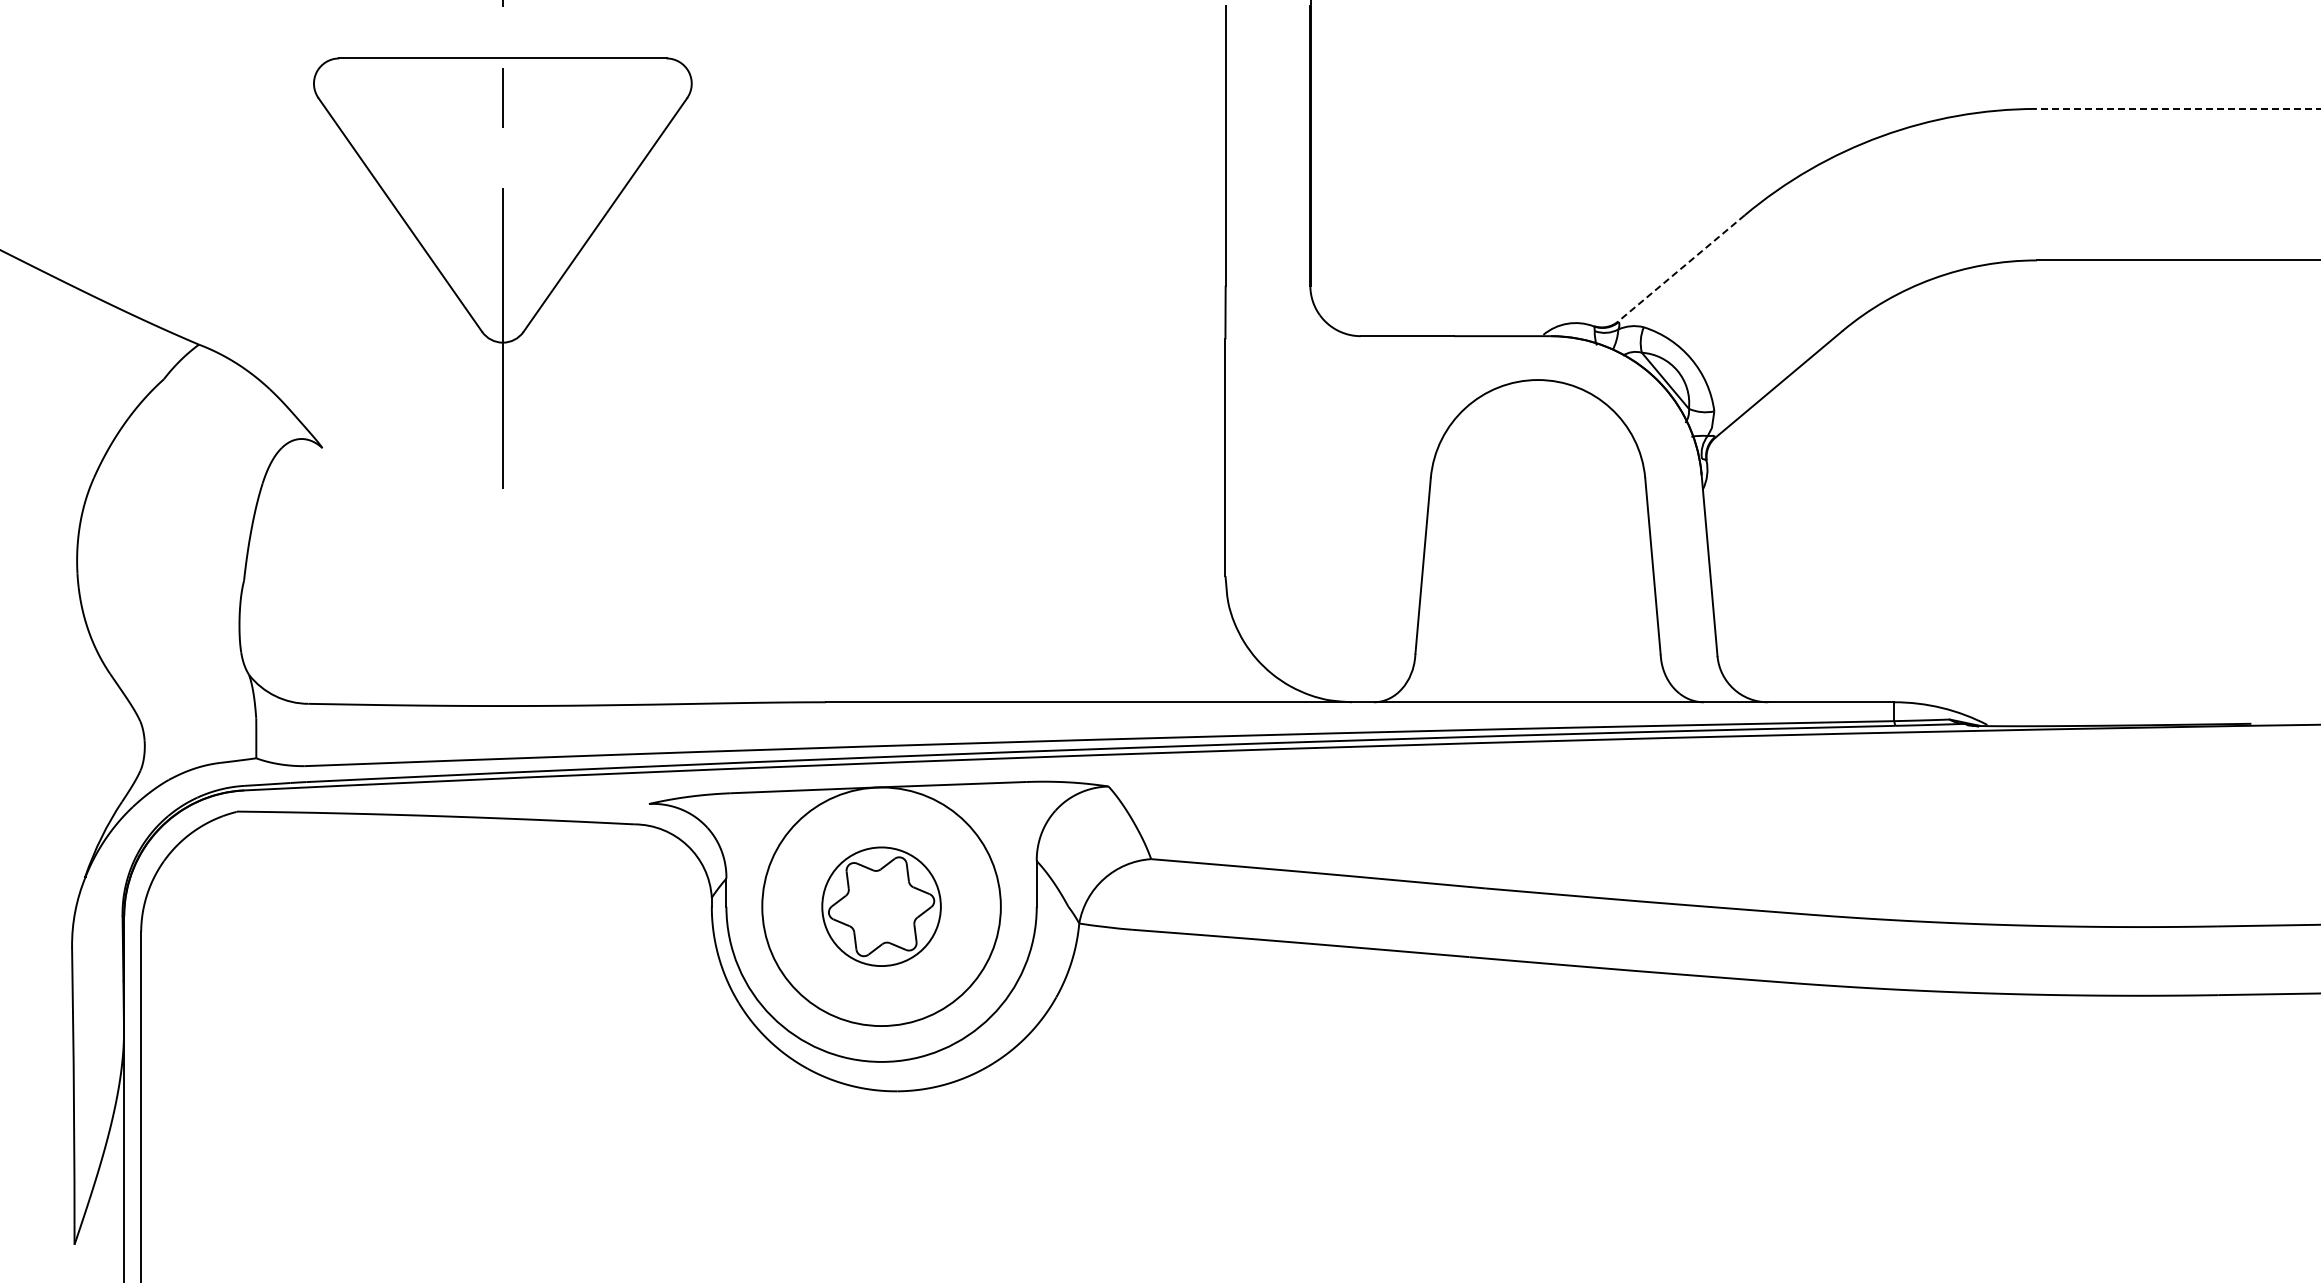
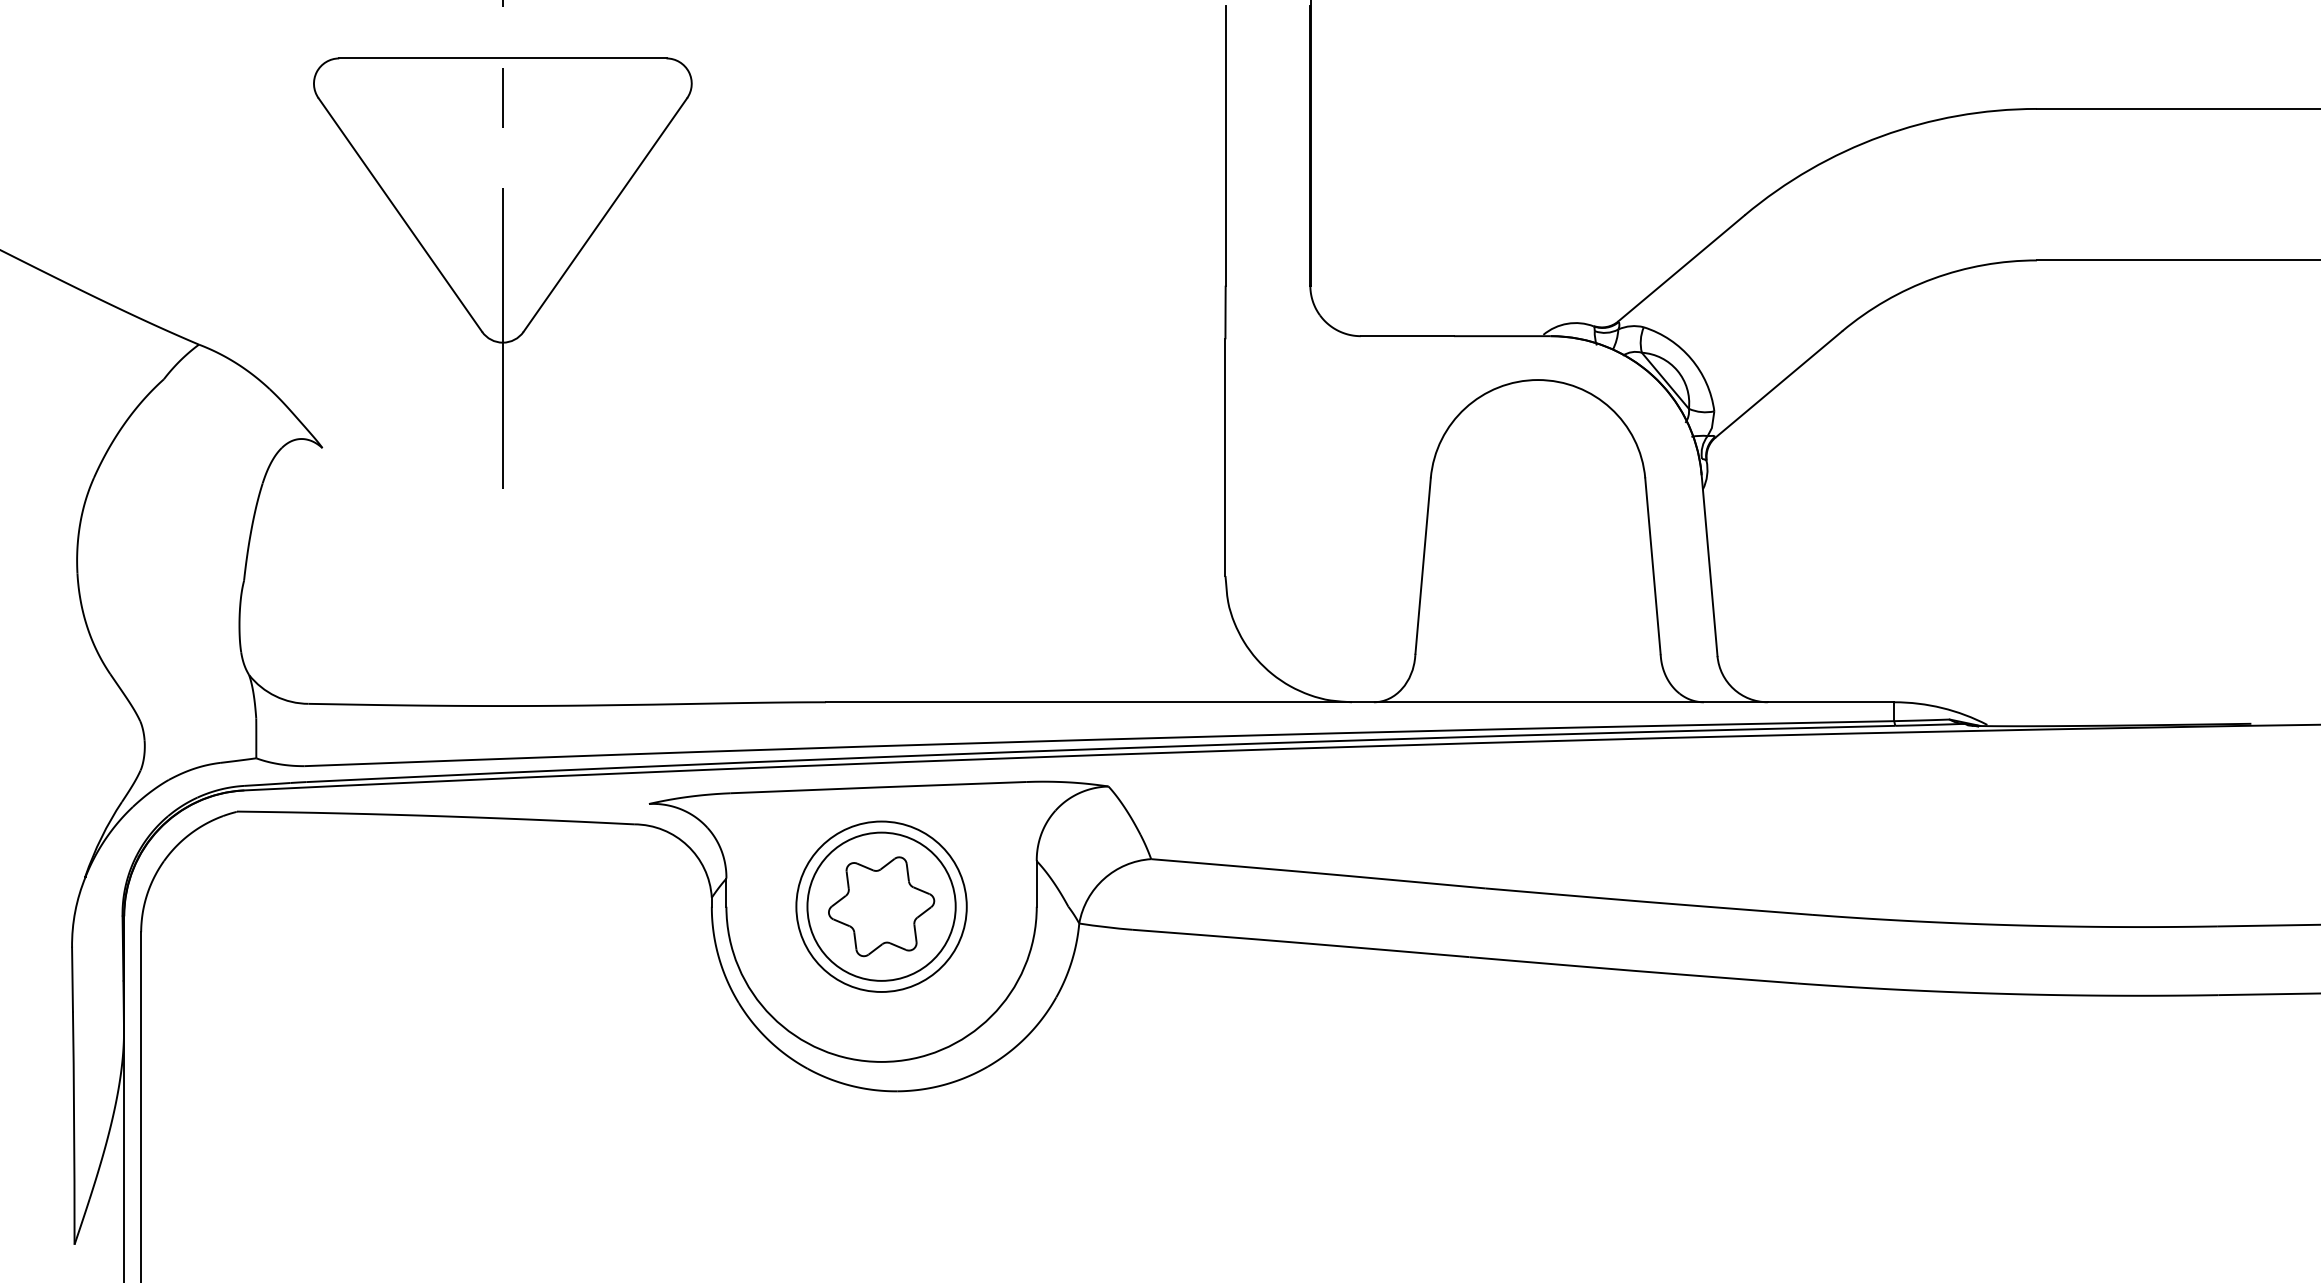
line at (2178, 108): dashed -> solid
line at (1681, 268): dashed -> solid
circle at (881, 906) diameter: 119 px -> 148 px
circle at (881, 906) diameter: 239 px -> 170 px
